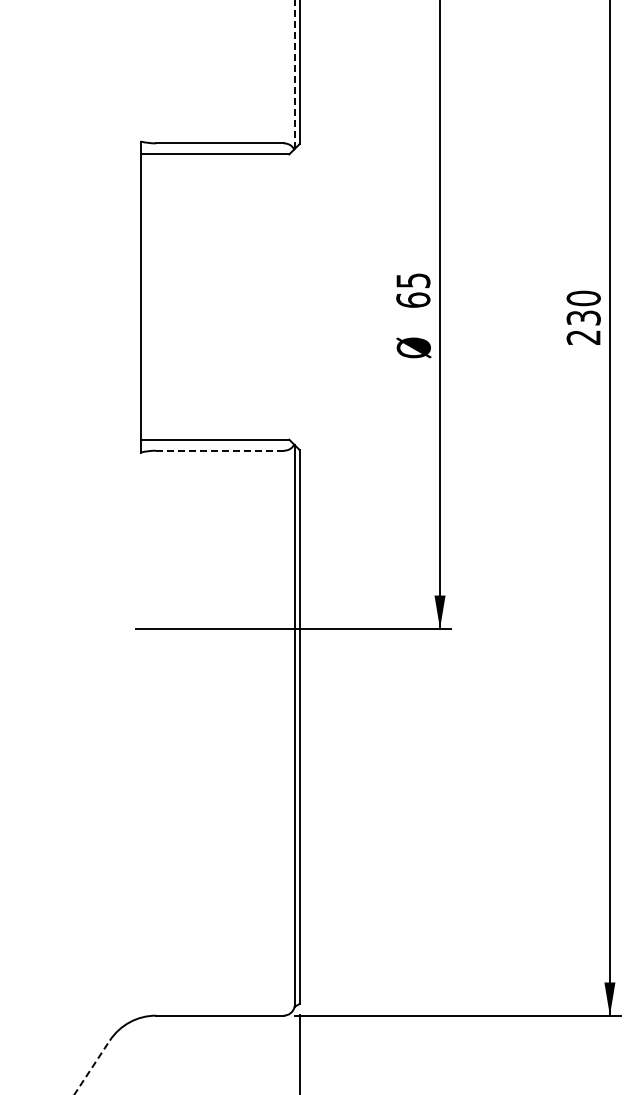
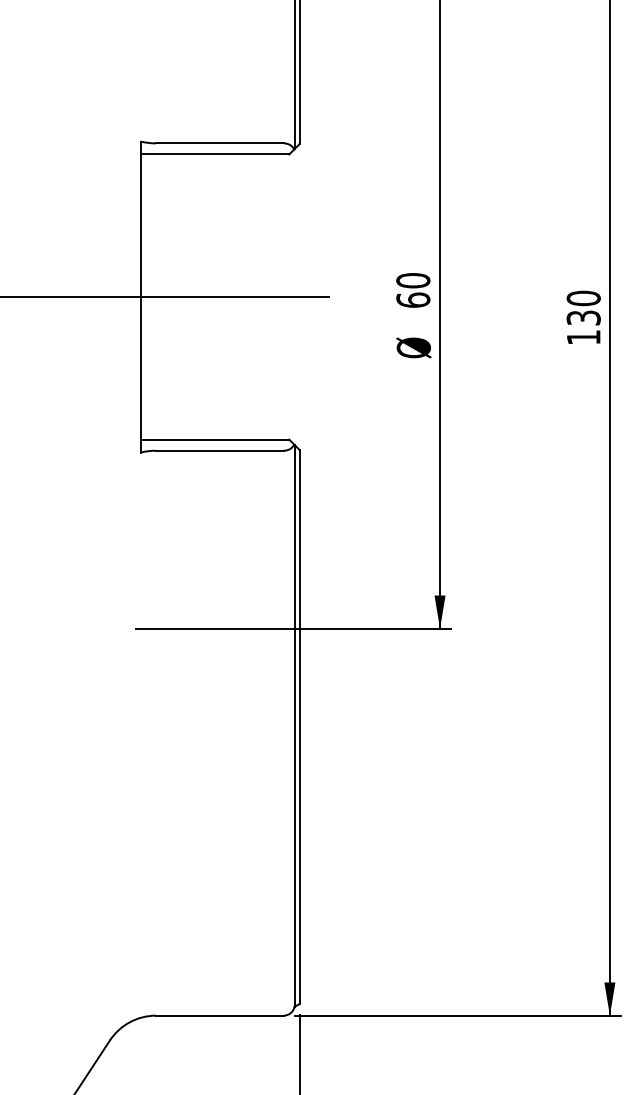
line at (294, 74): dashed -> solid
text at (413, 280): 65 -> 60
line at (165, 297): none -> present
text at (583, 337): 230 -> 130
line at (219, 450): dashed -> solid
line at (92, 1067): dashed -> solid
